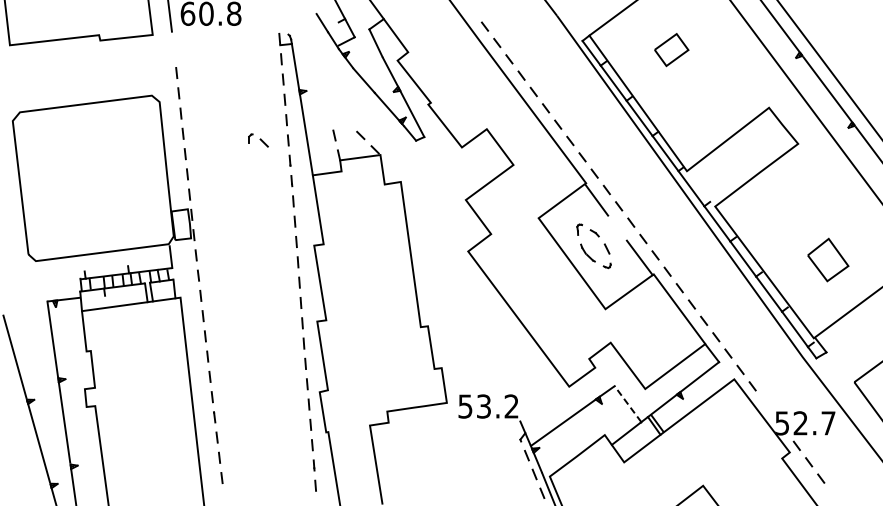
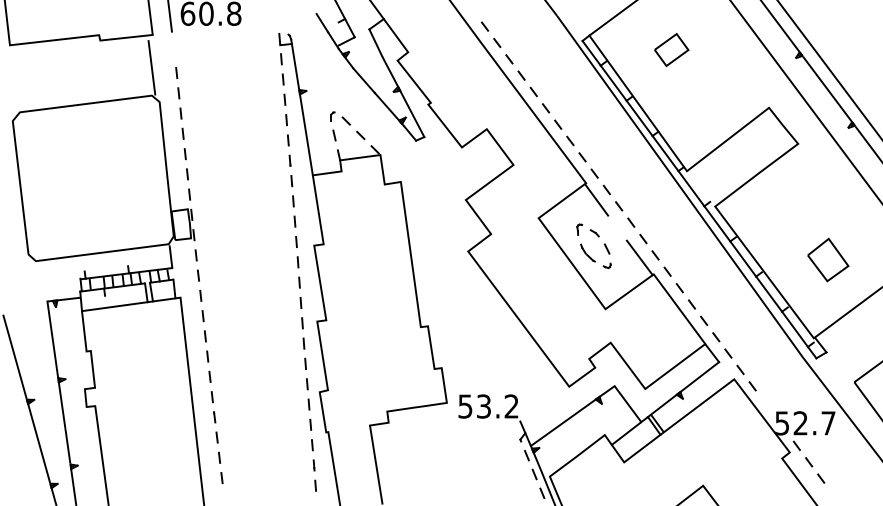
line at (151, 67): none -> present
part at (258, 140) position: (258, 140) -> (340, 118)
line at (628, 404): dashed -> solid
